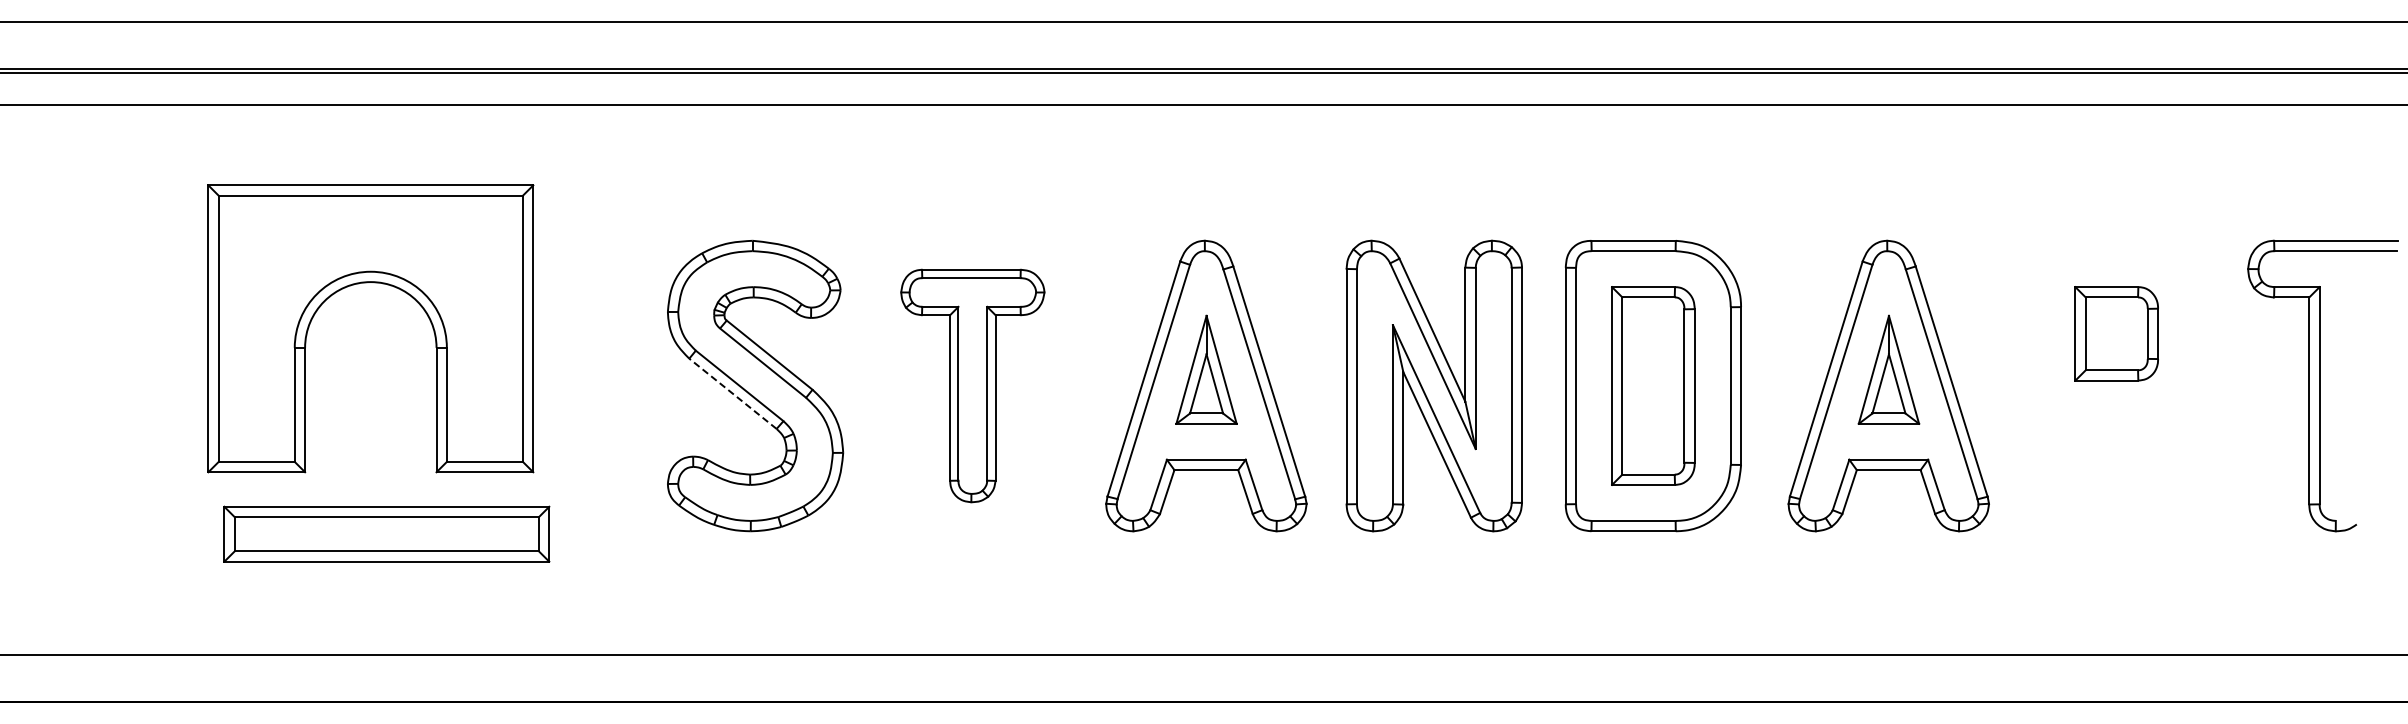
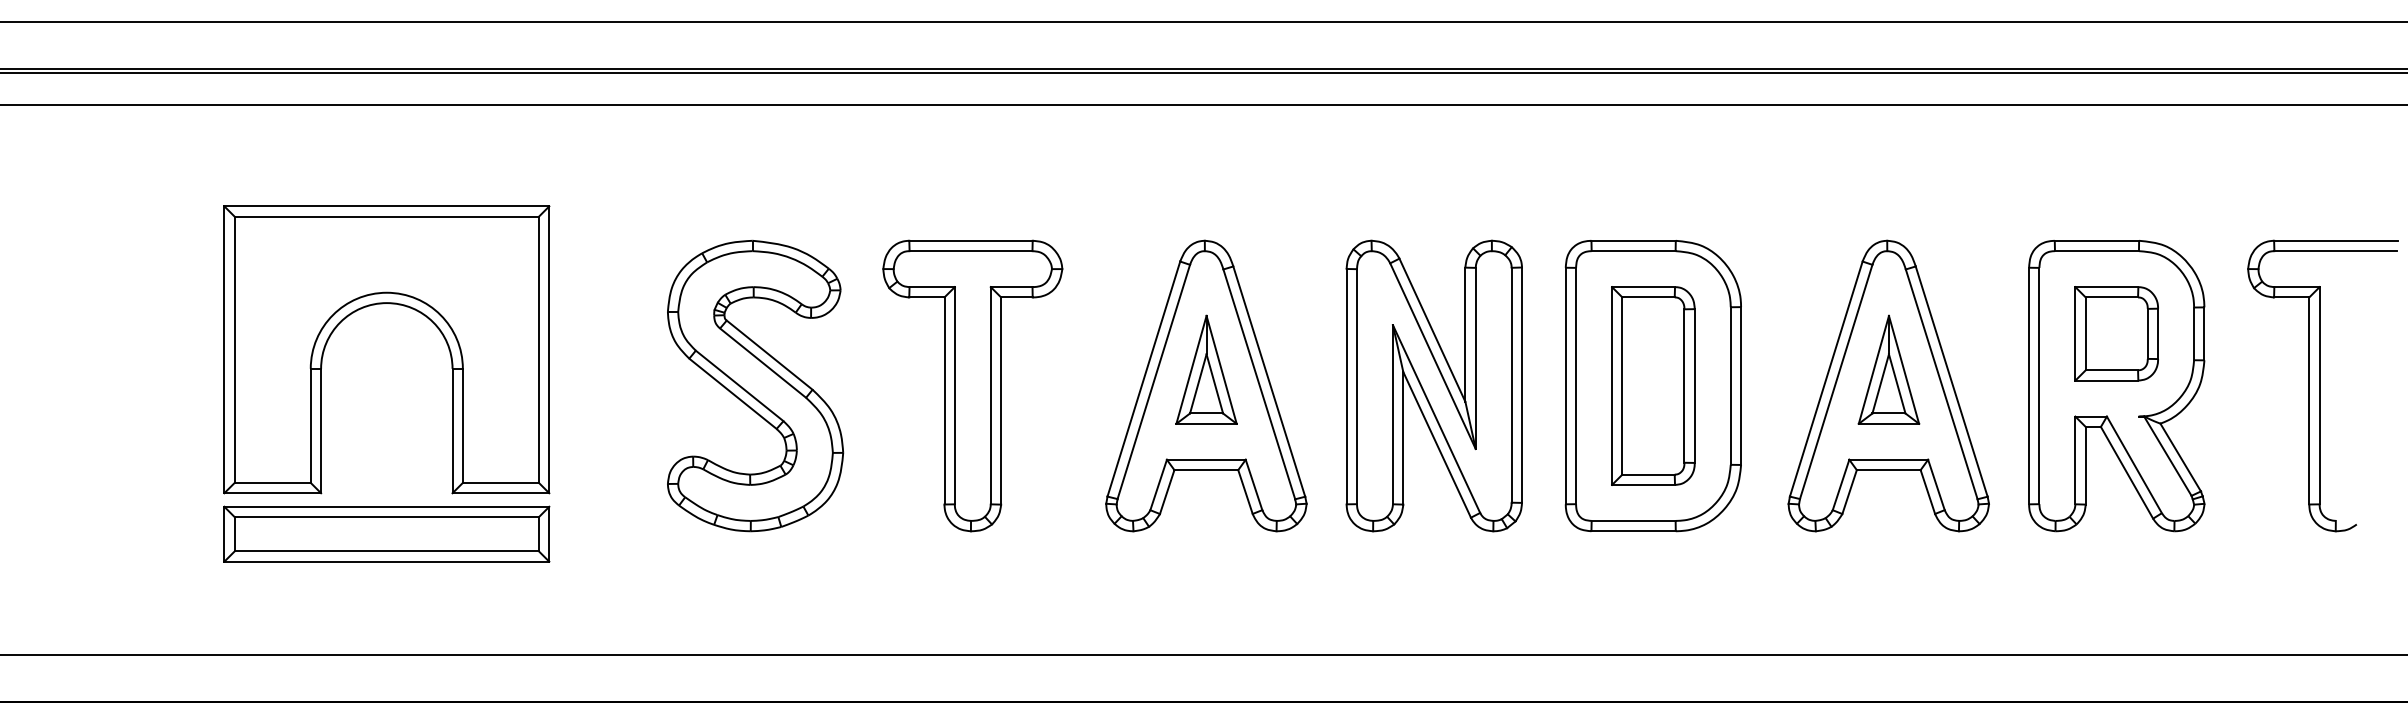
part at (367, 283) position: (367, 283) -> (383, 304)
part at (972, 385) size: 146x236 px -> 182x294 px
part at (2116, 386): none -> present
line at (732, 393): dashed -> solid
